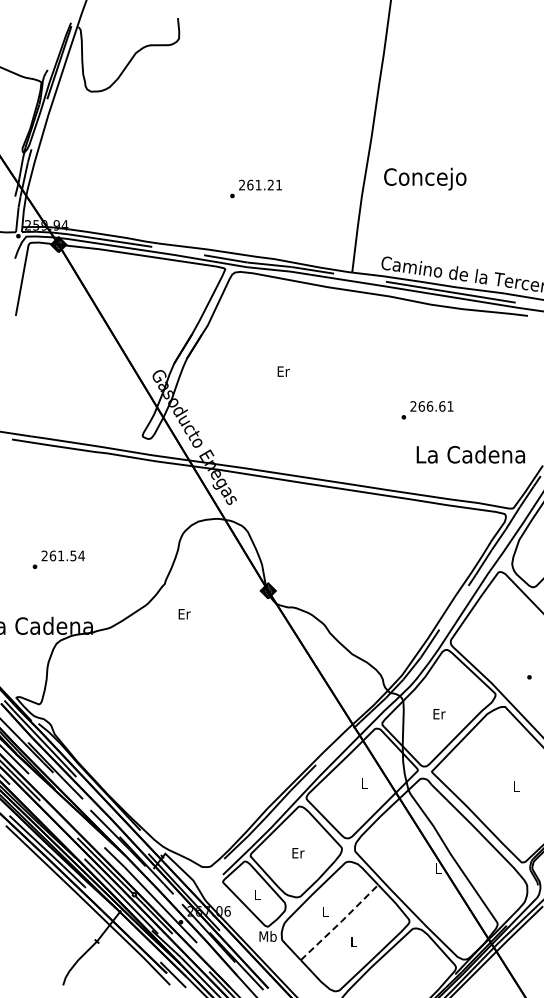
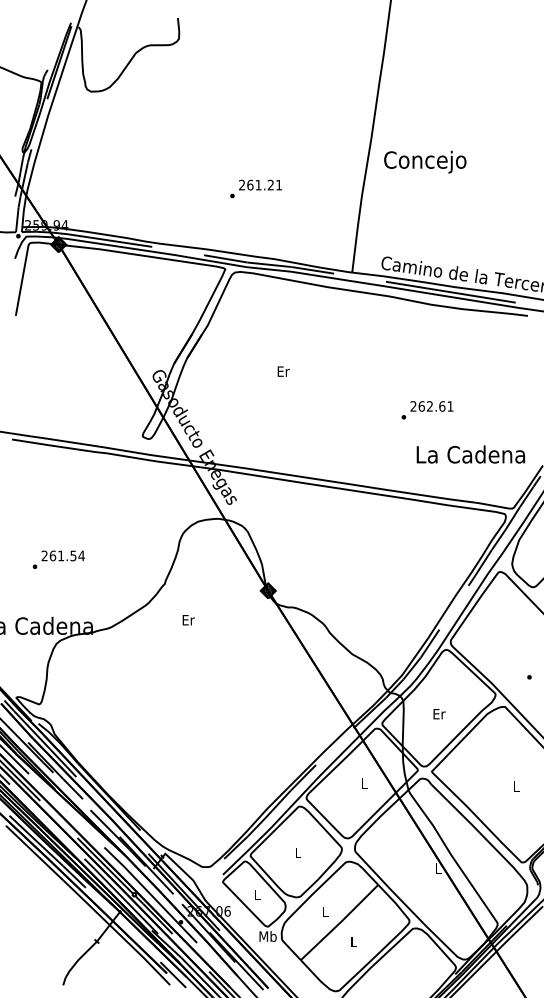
text at (425, 178) position: (425, 178) -> (425, 161)
text at (429, 406): 266.61 -> 262.61
text at (184, 614) position: (184, 614) -> (188, 620)
text at (298, 853): Er -> L
line at (340, 922): dashed -> solid
